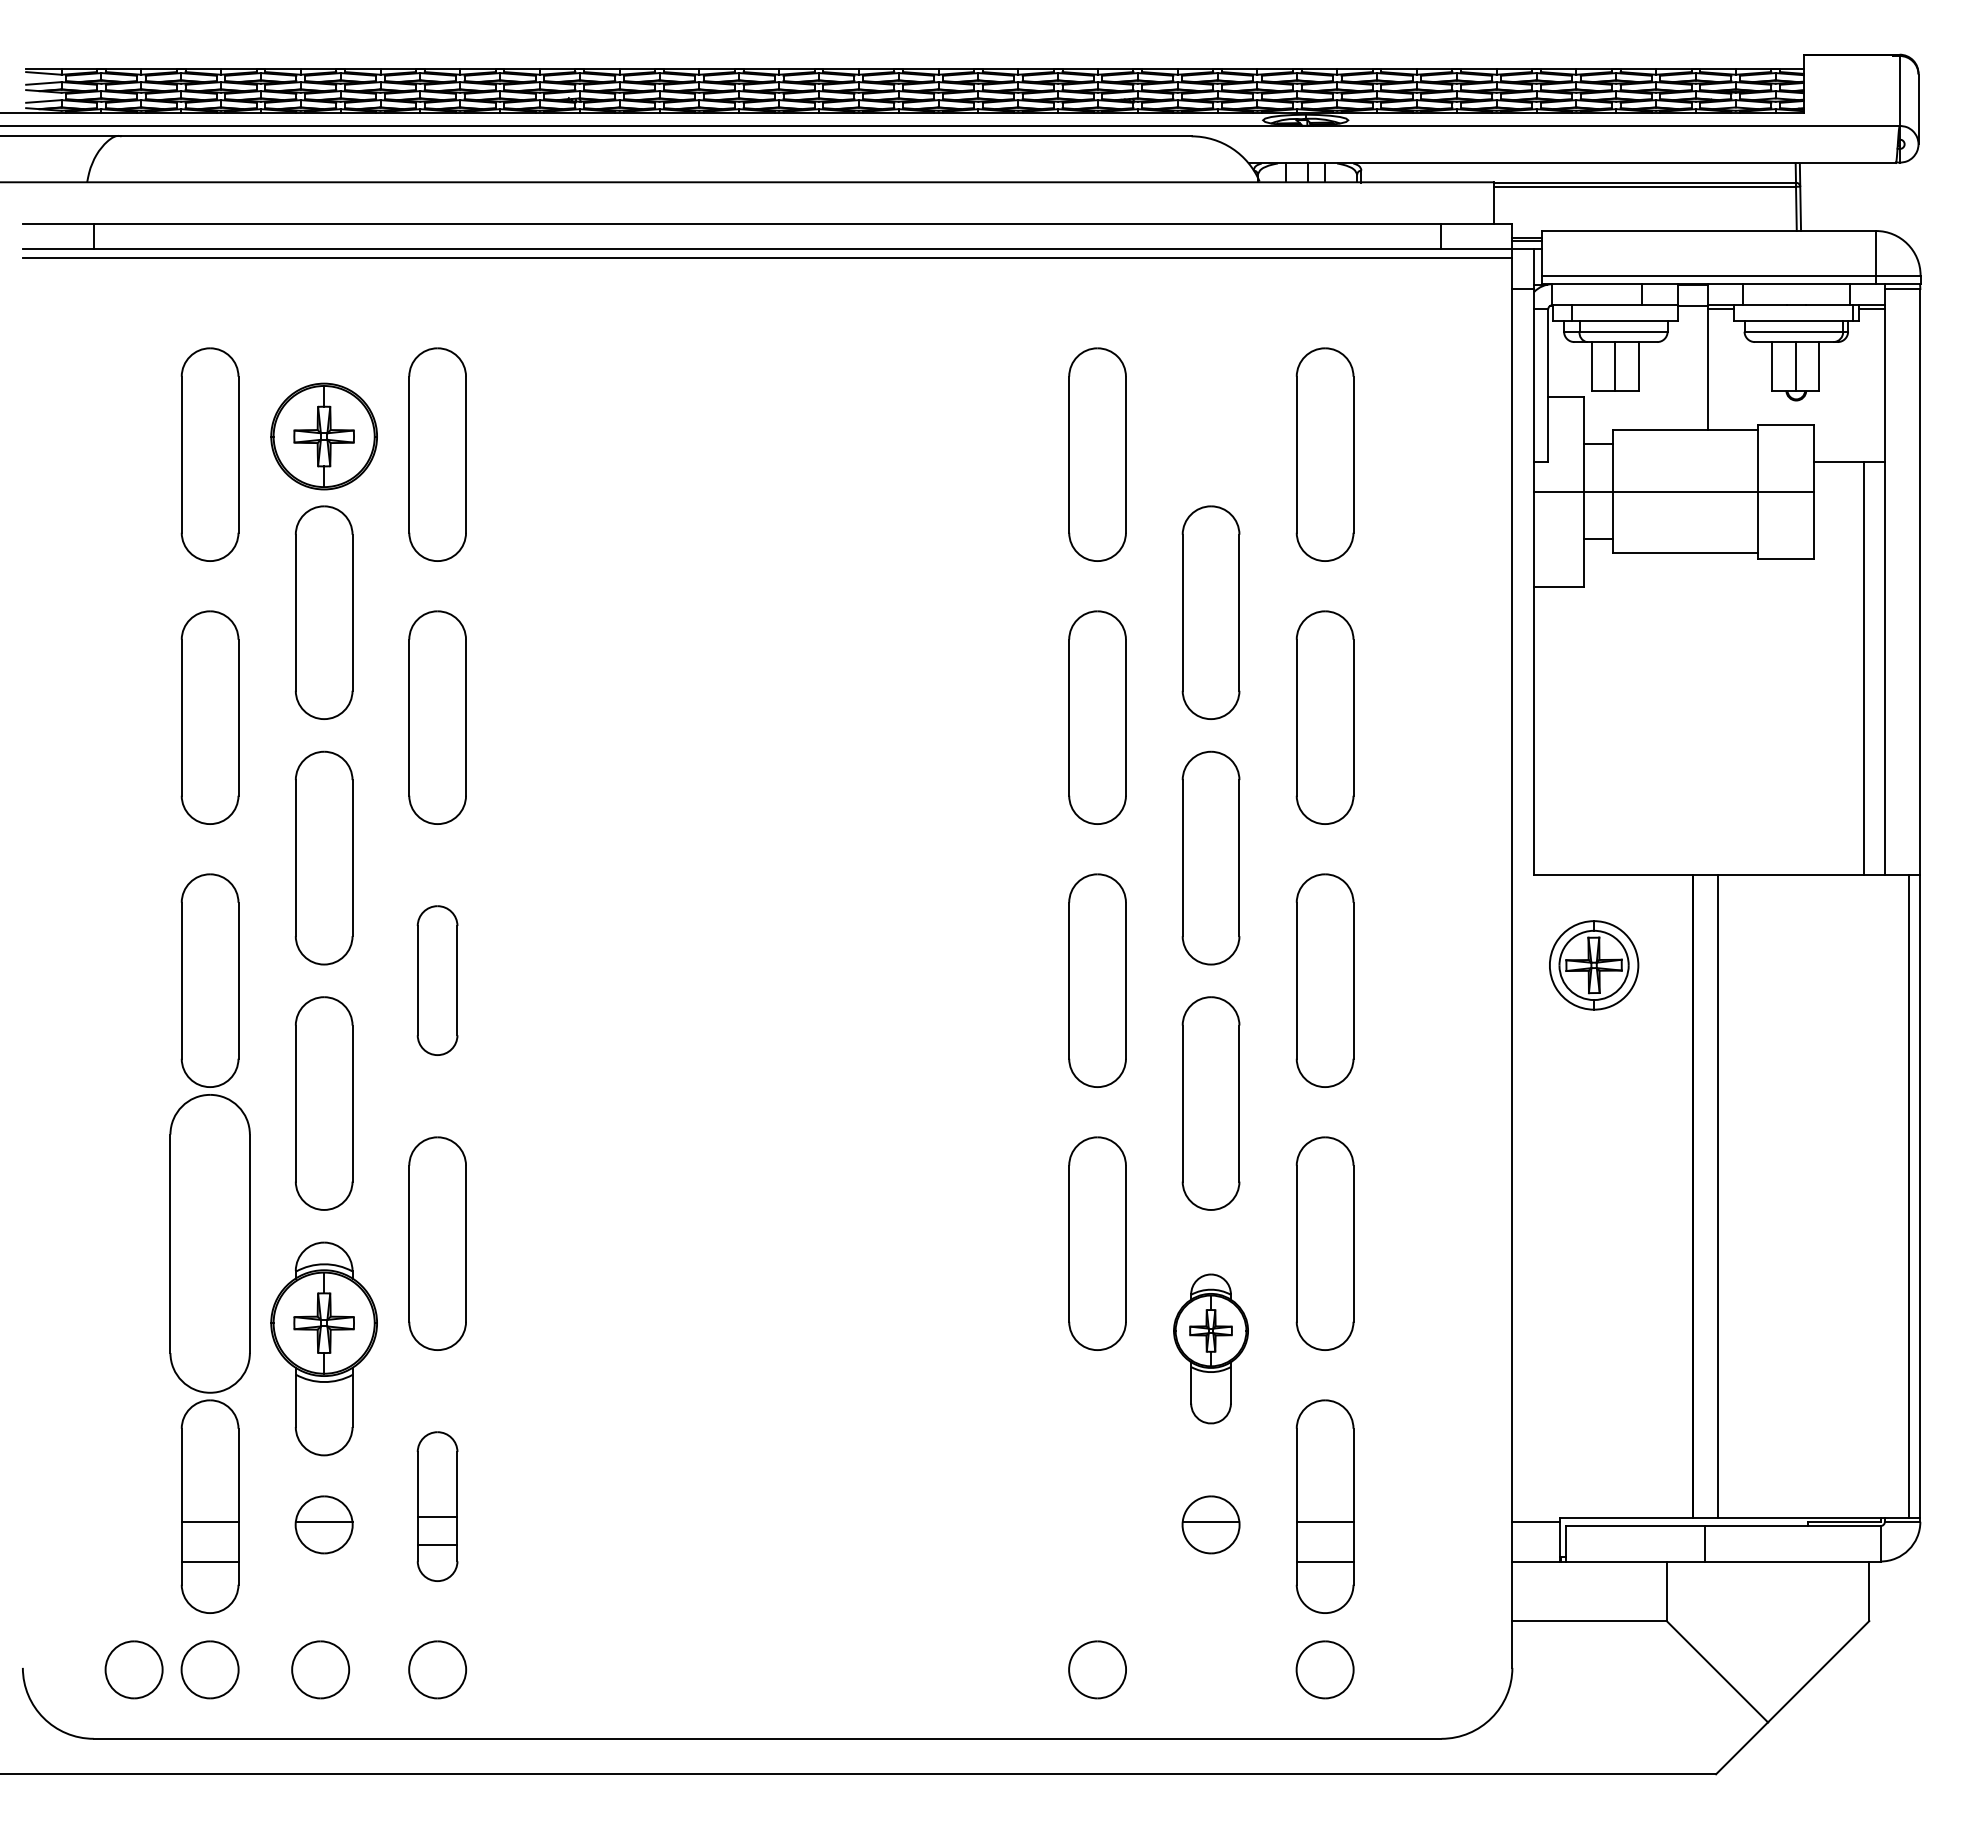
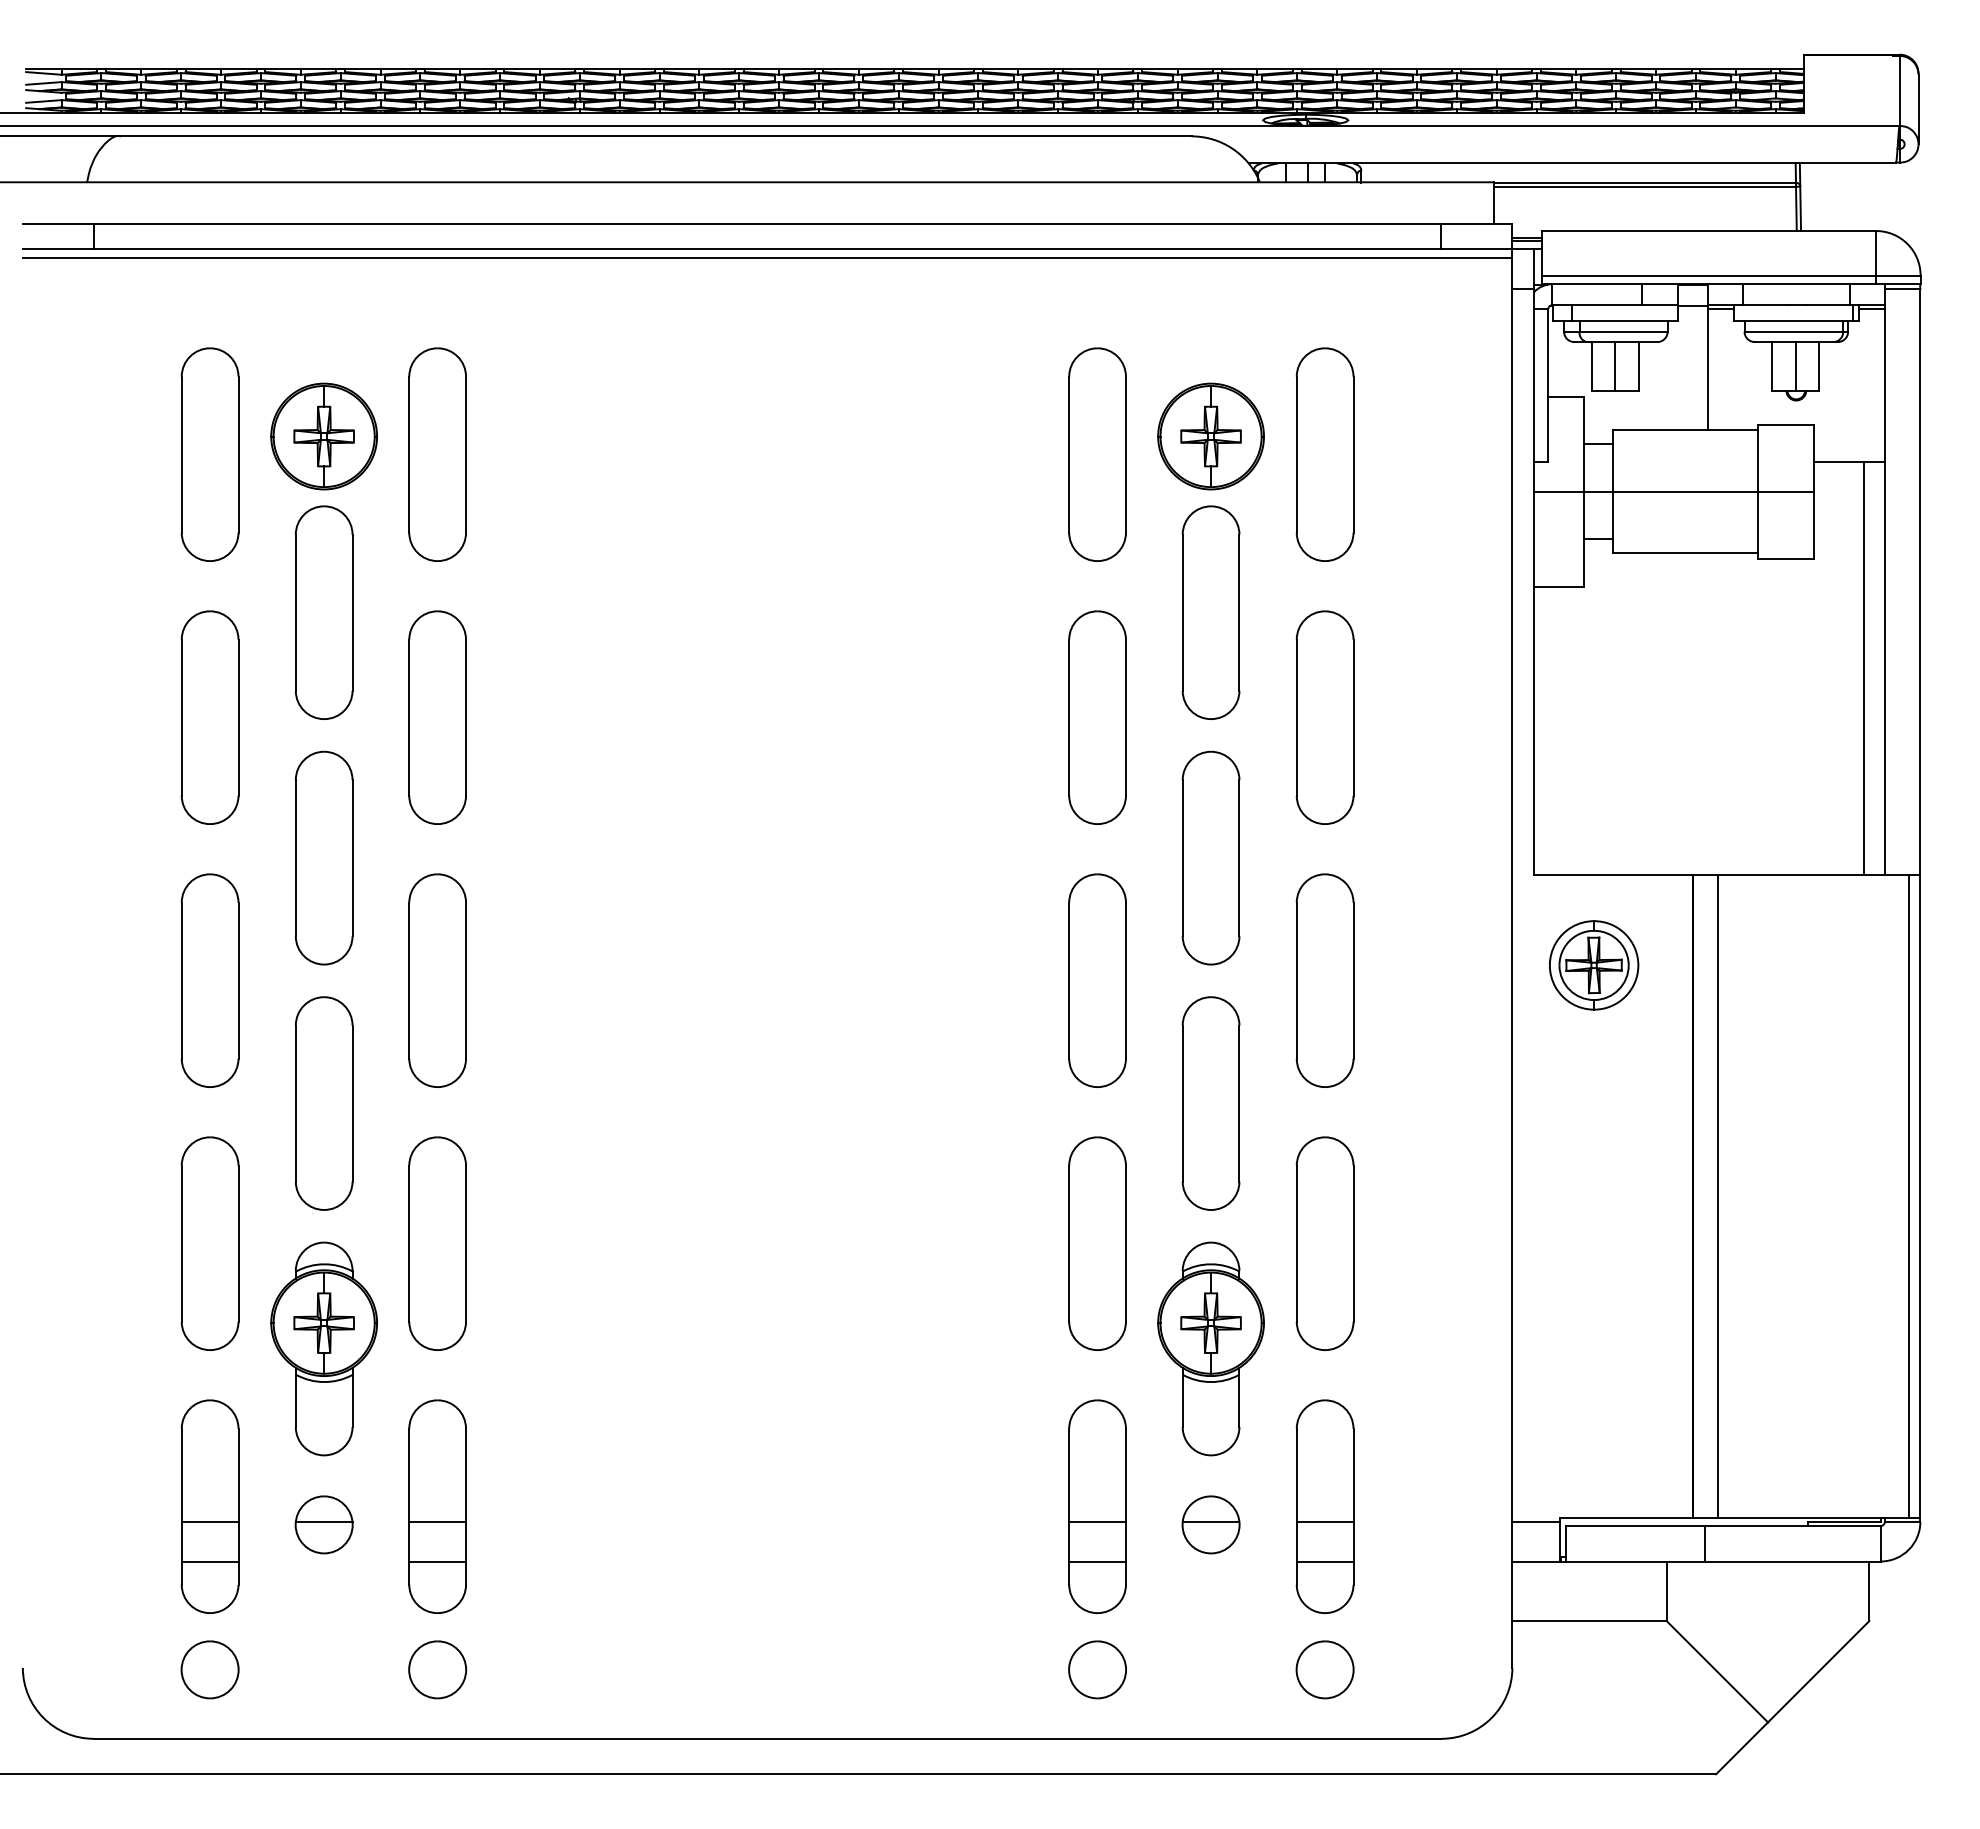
part at (1210, 436): none -> present
part at (437, 980) size: 43x151 px -> 59x215 px
part at (209, 1243) size: 82x300 px -> 60x215 px
part at (1210, 1348) size: 76x152 px -> 108x216 px
part at (437, 1506) size: 43x151 px -> 59x215 px
part at (1097, 1506): none -> present
part at (133, 1669): present -> none
part at (320, 1669): present -> none
